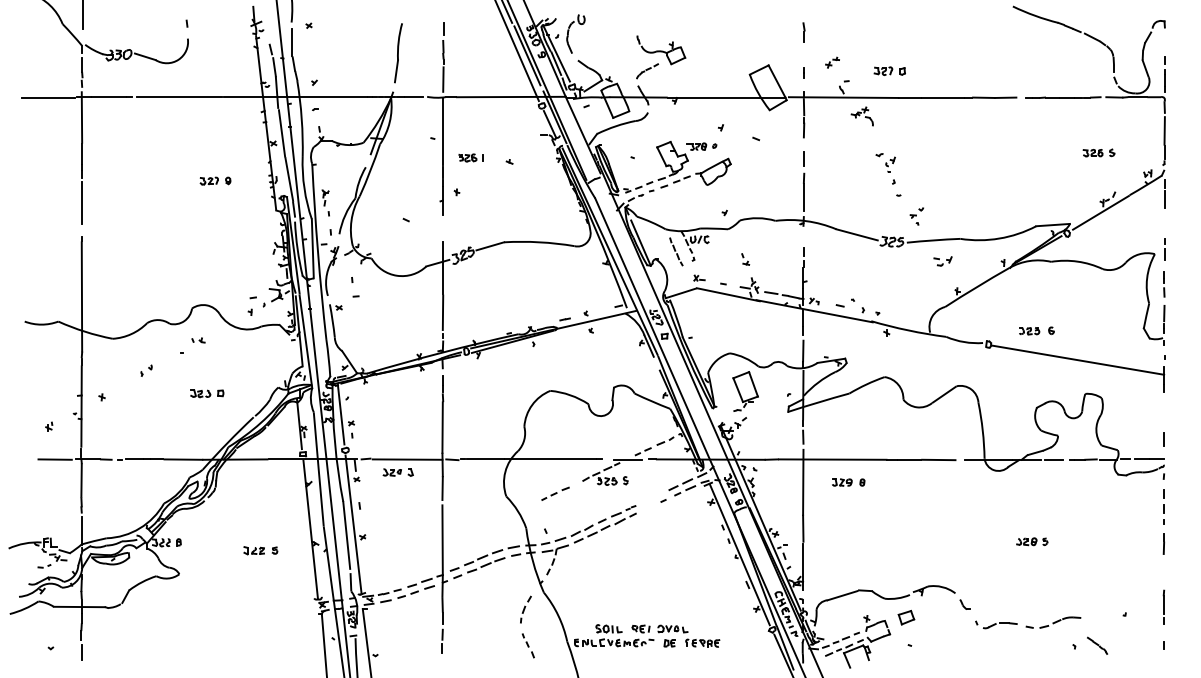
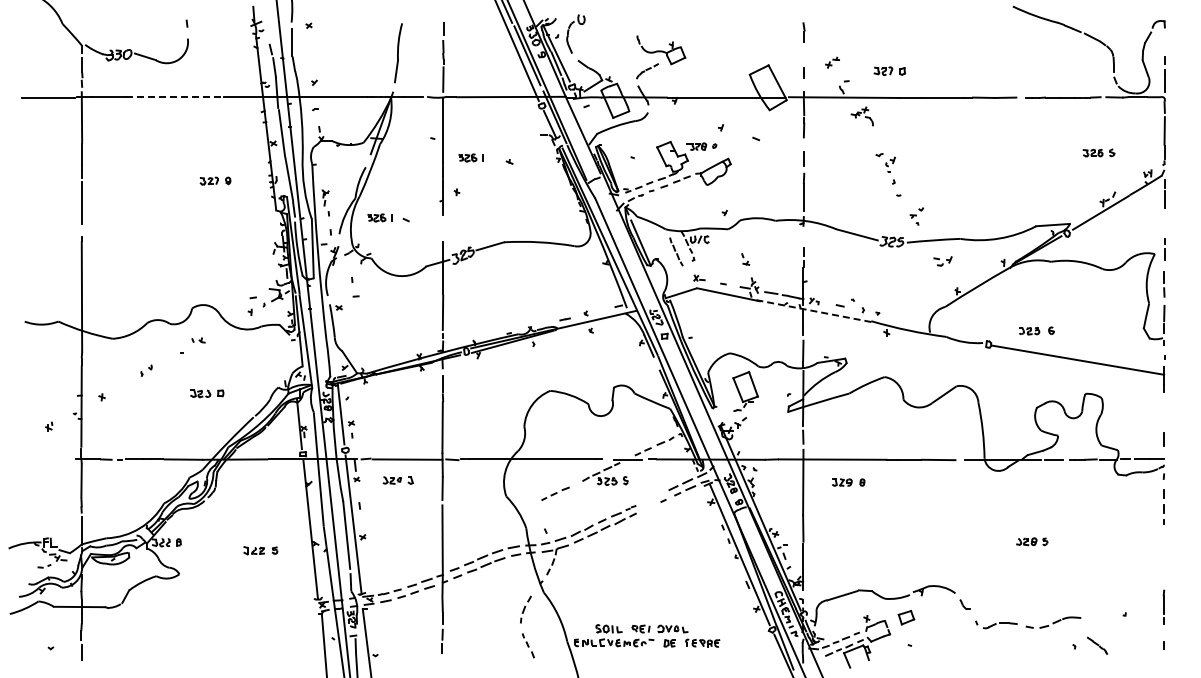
line at (82, 15): present -> none
line at (179, 97): solid -> dashed
part at (379, 217): none -> present
line at (815, 311): solid -> dashed
line at (54, 459): present -> none
part at (397, 472) position: (397, 472) -> (397, 480)
line at (1163, 543): present -> none
